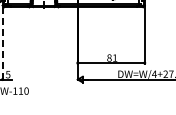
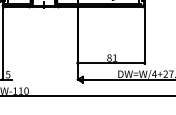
line at (2, 43): dashed -> solid
line at (87, 96): none -> present
